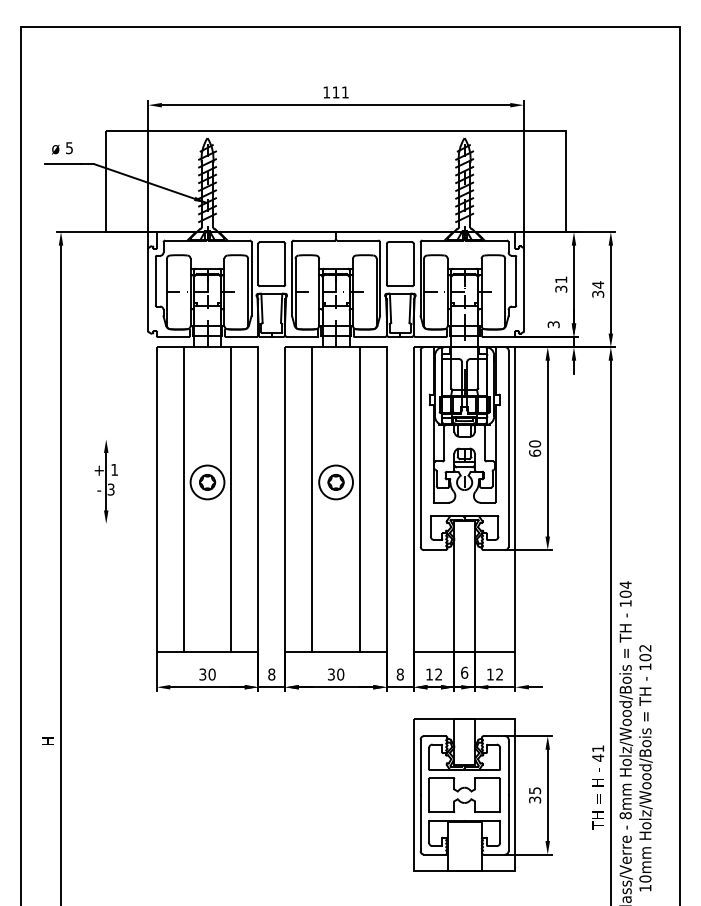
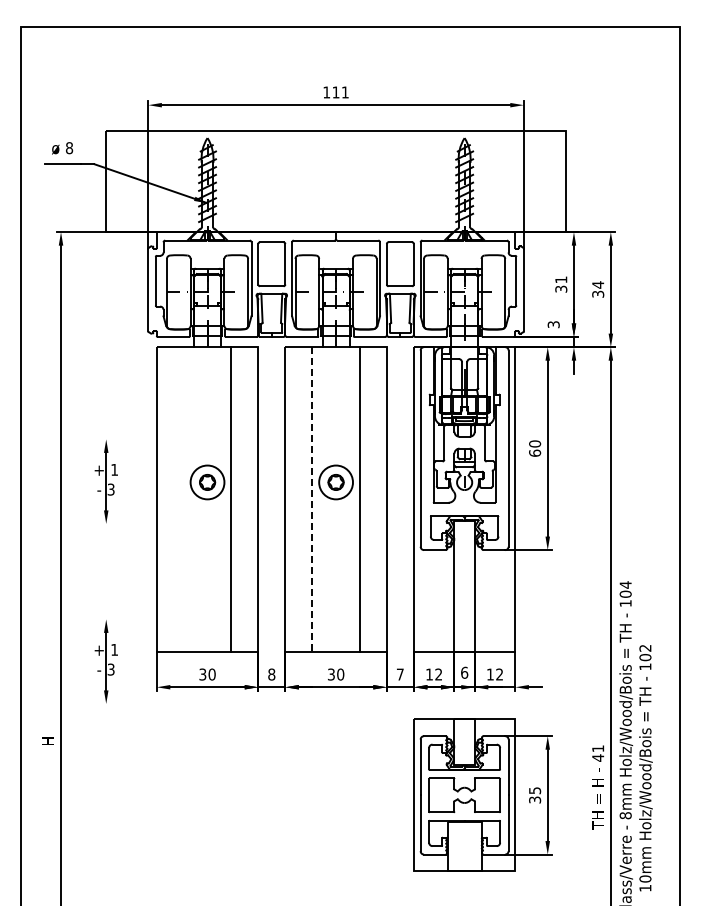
text at (69, 148): 5 -> 8
line at (183, 499): present -> none
line at (312, 499): solid -> dashed
part at (105, 661): none -> present
text at (399, 674): 8 -> 7
